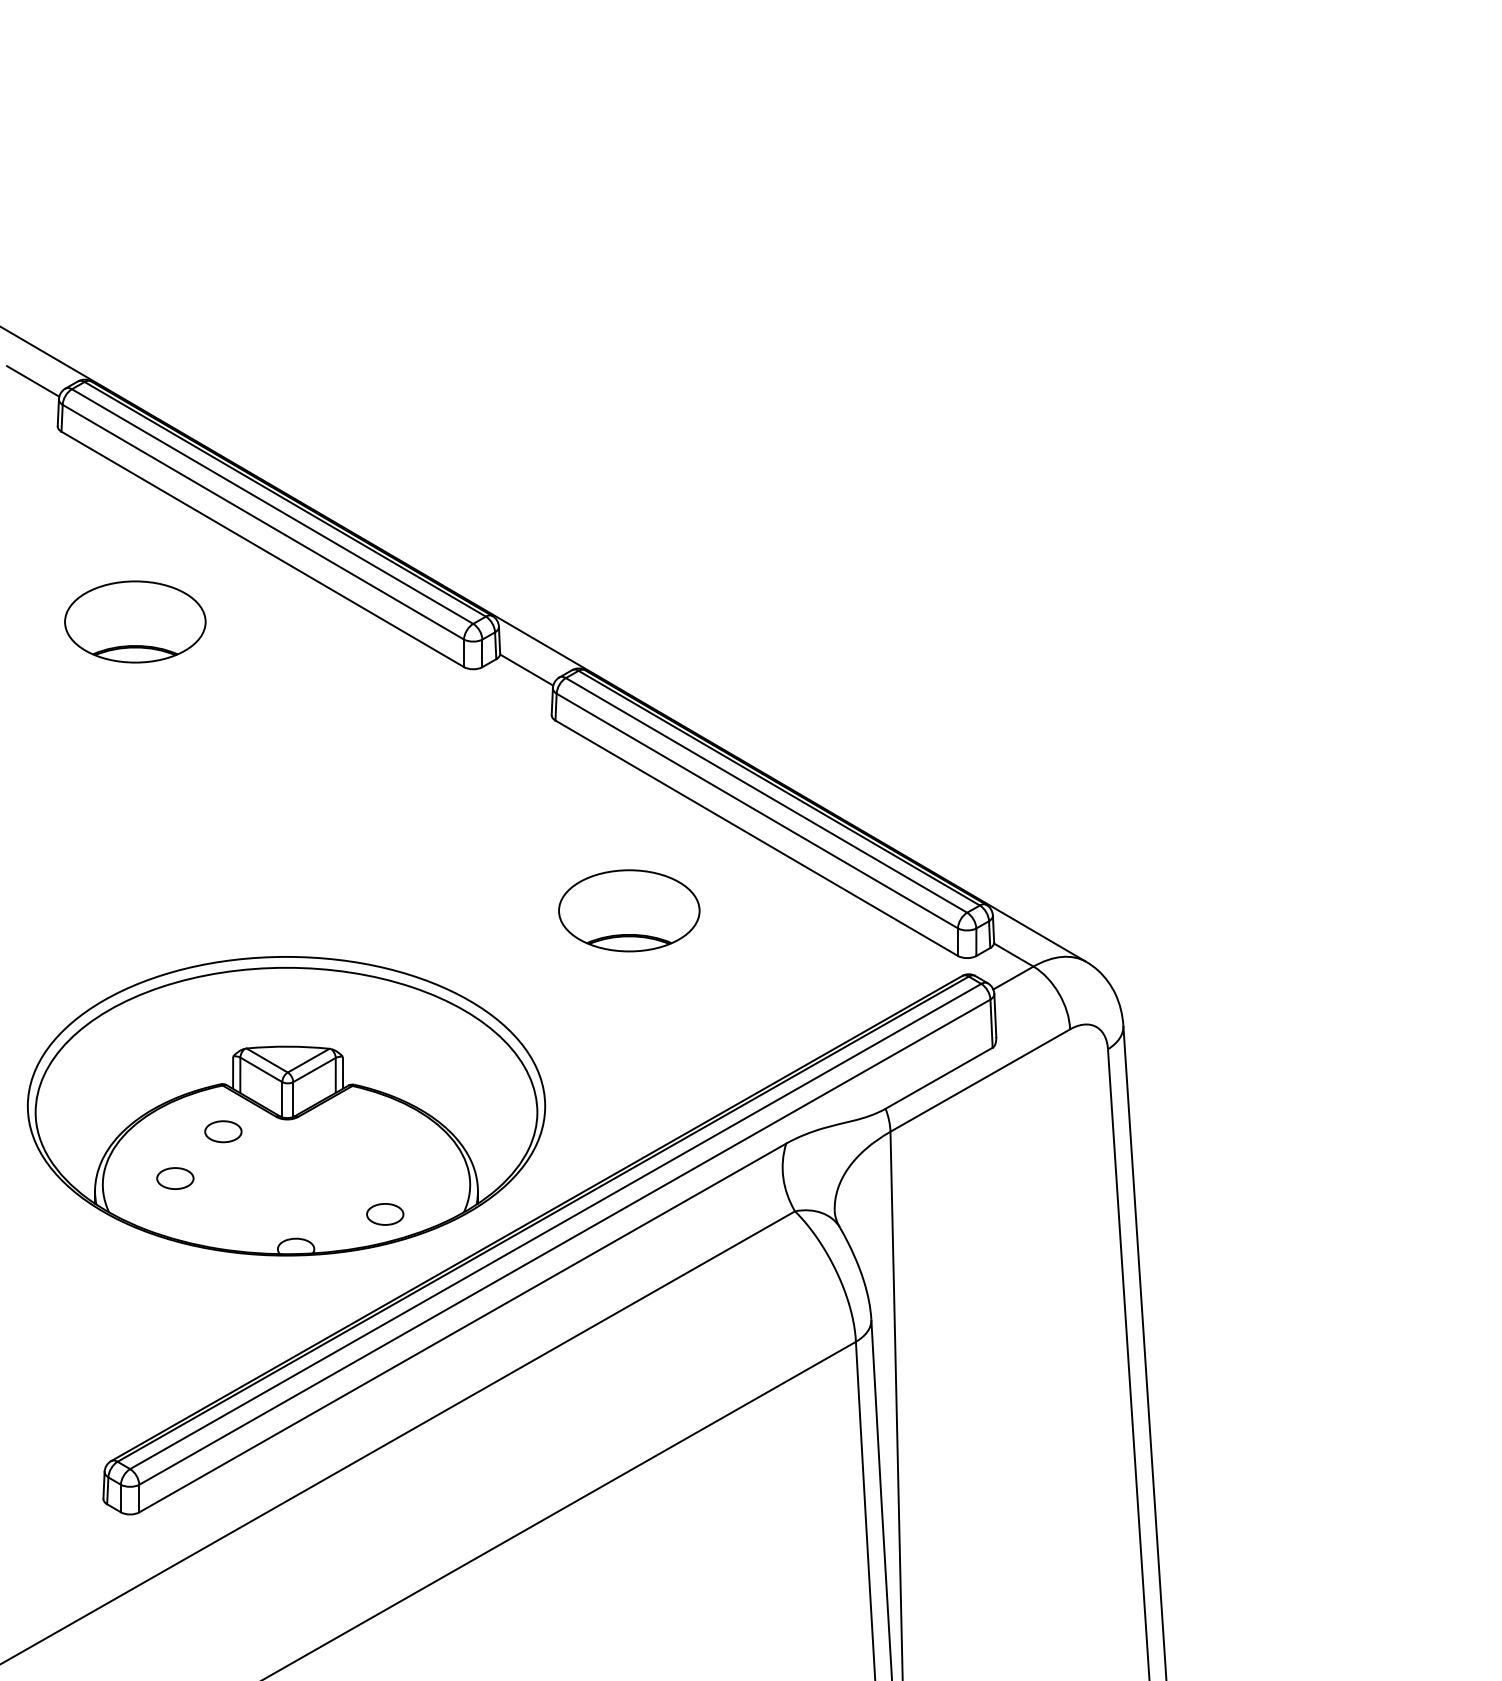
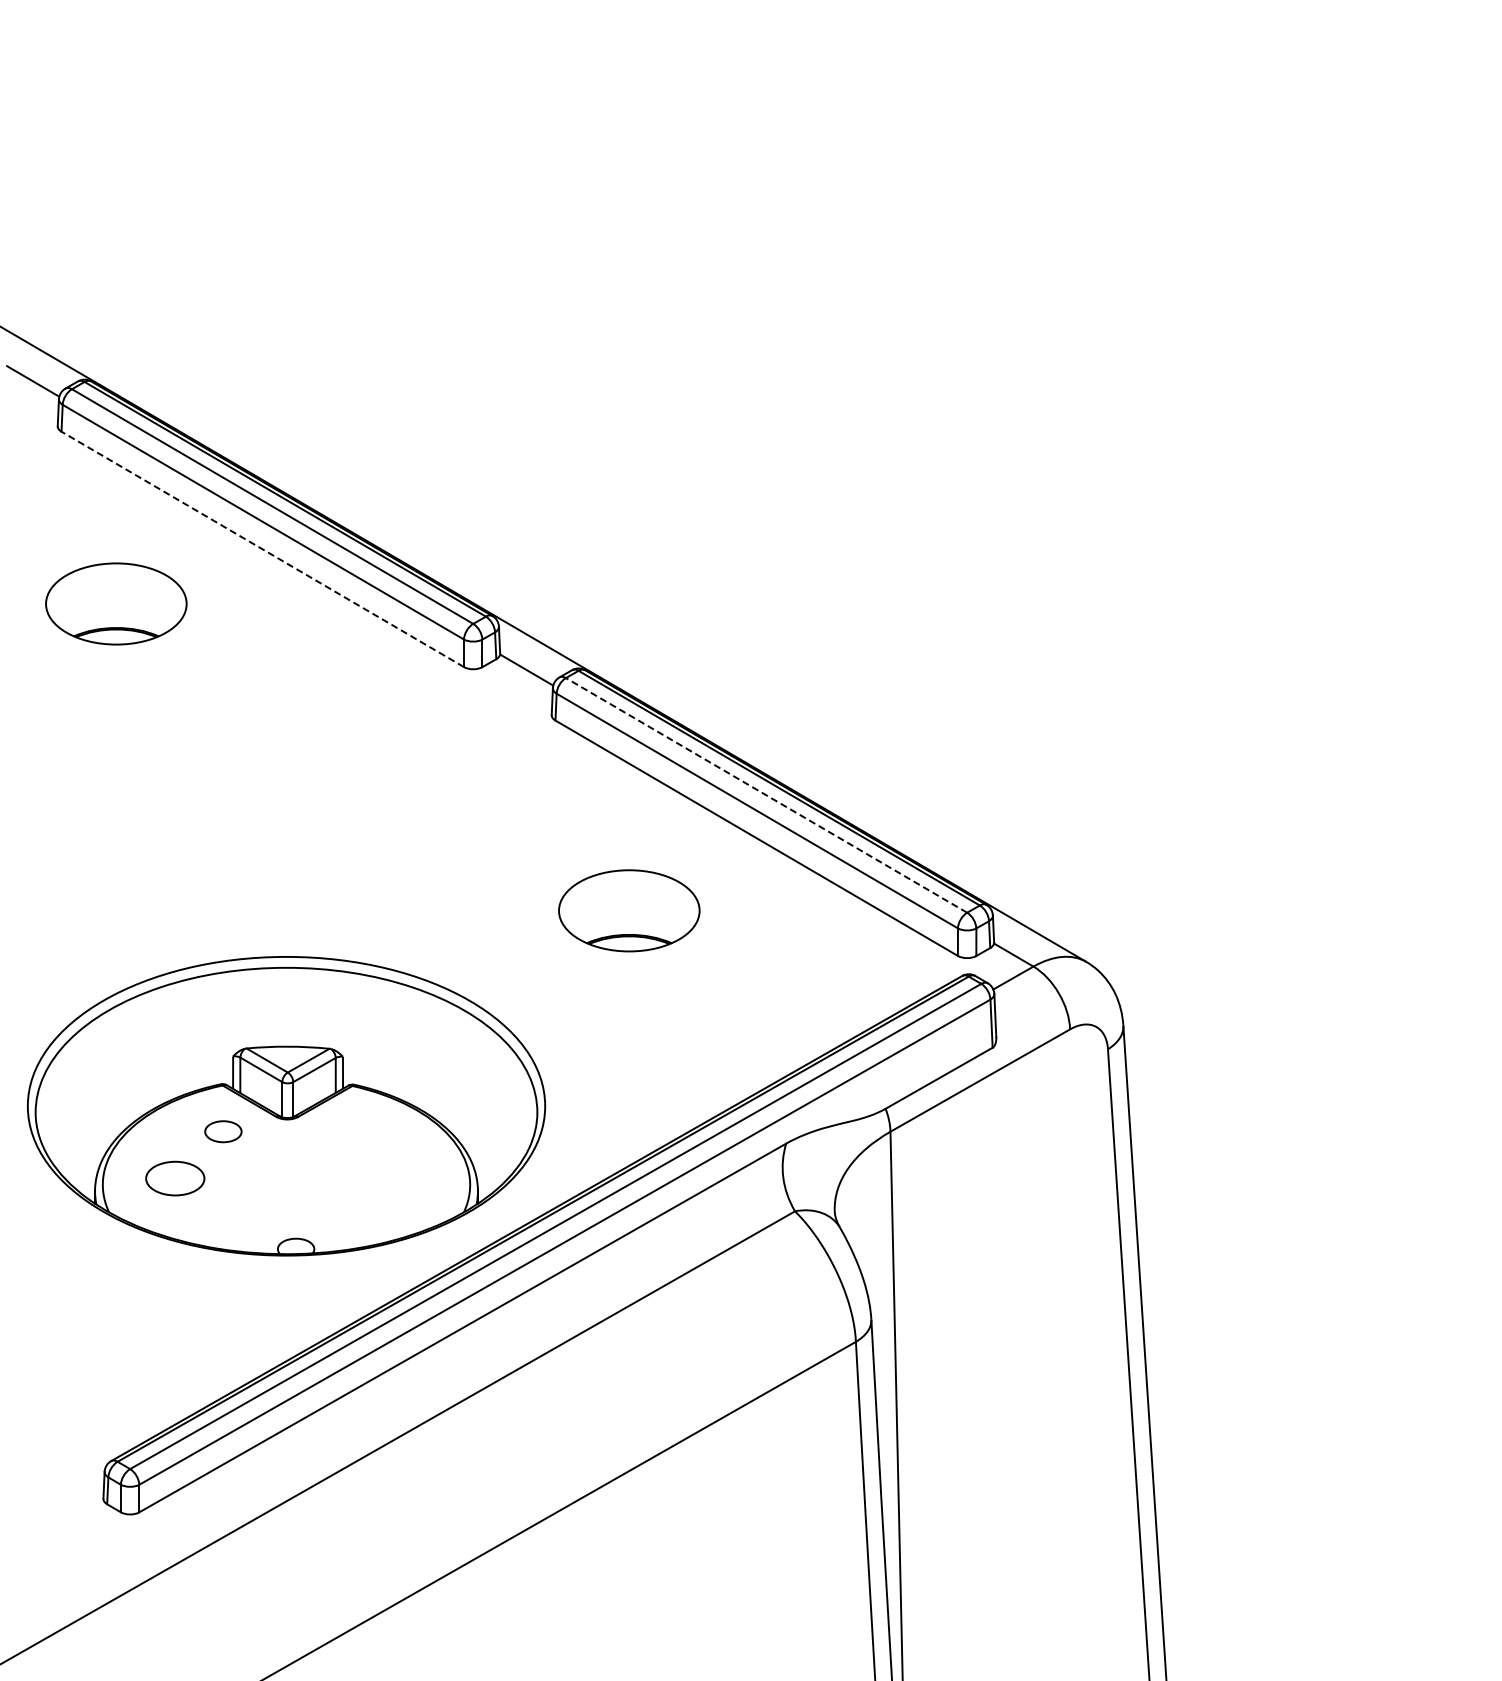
line at (262, 549): solid -> dashed
part at (135, 621) position: (135, 621) -> (116, 603)
line at (766, 795): solid -> dashed
part at (175, 1178) size: 39x23 px -> 61x37 px
part at (385, 1214): present -> none
